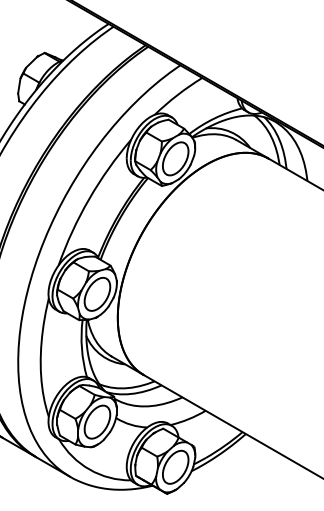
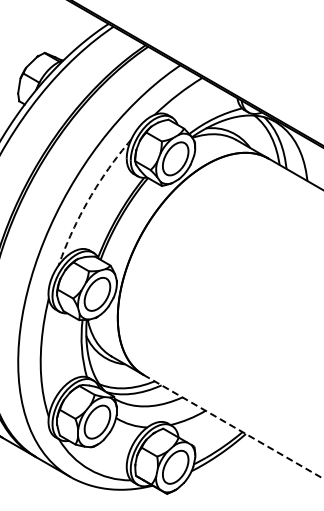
arc at (89, 199): solid -> dashed
line at (233, 426): solid -> dashed
